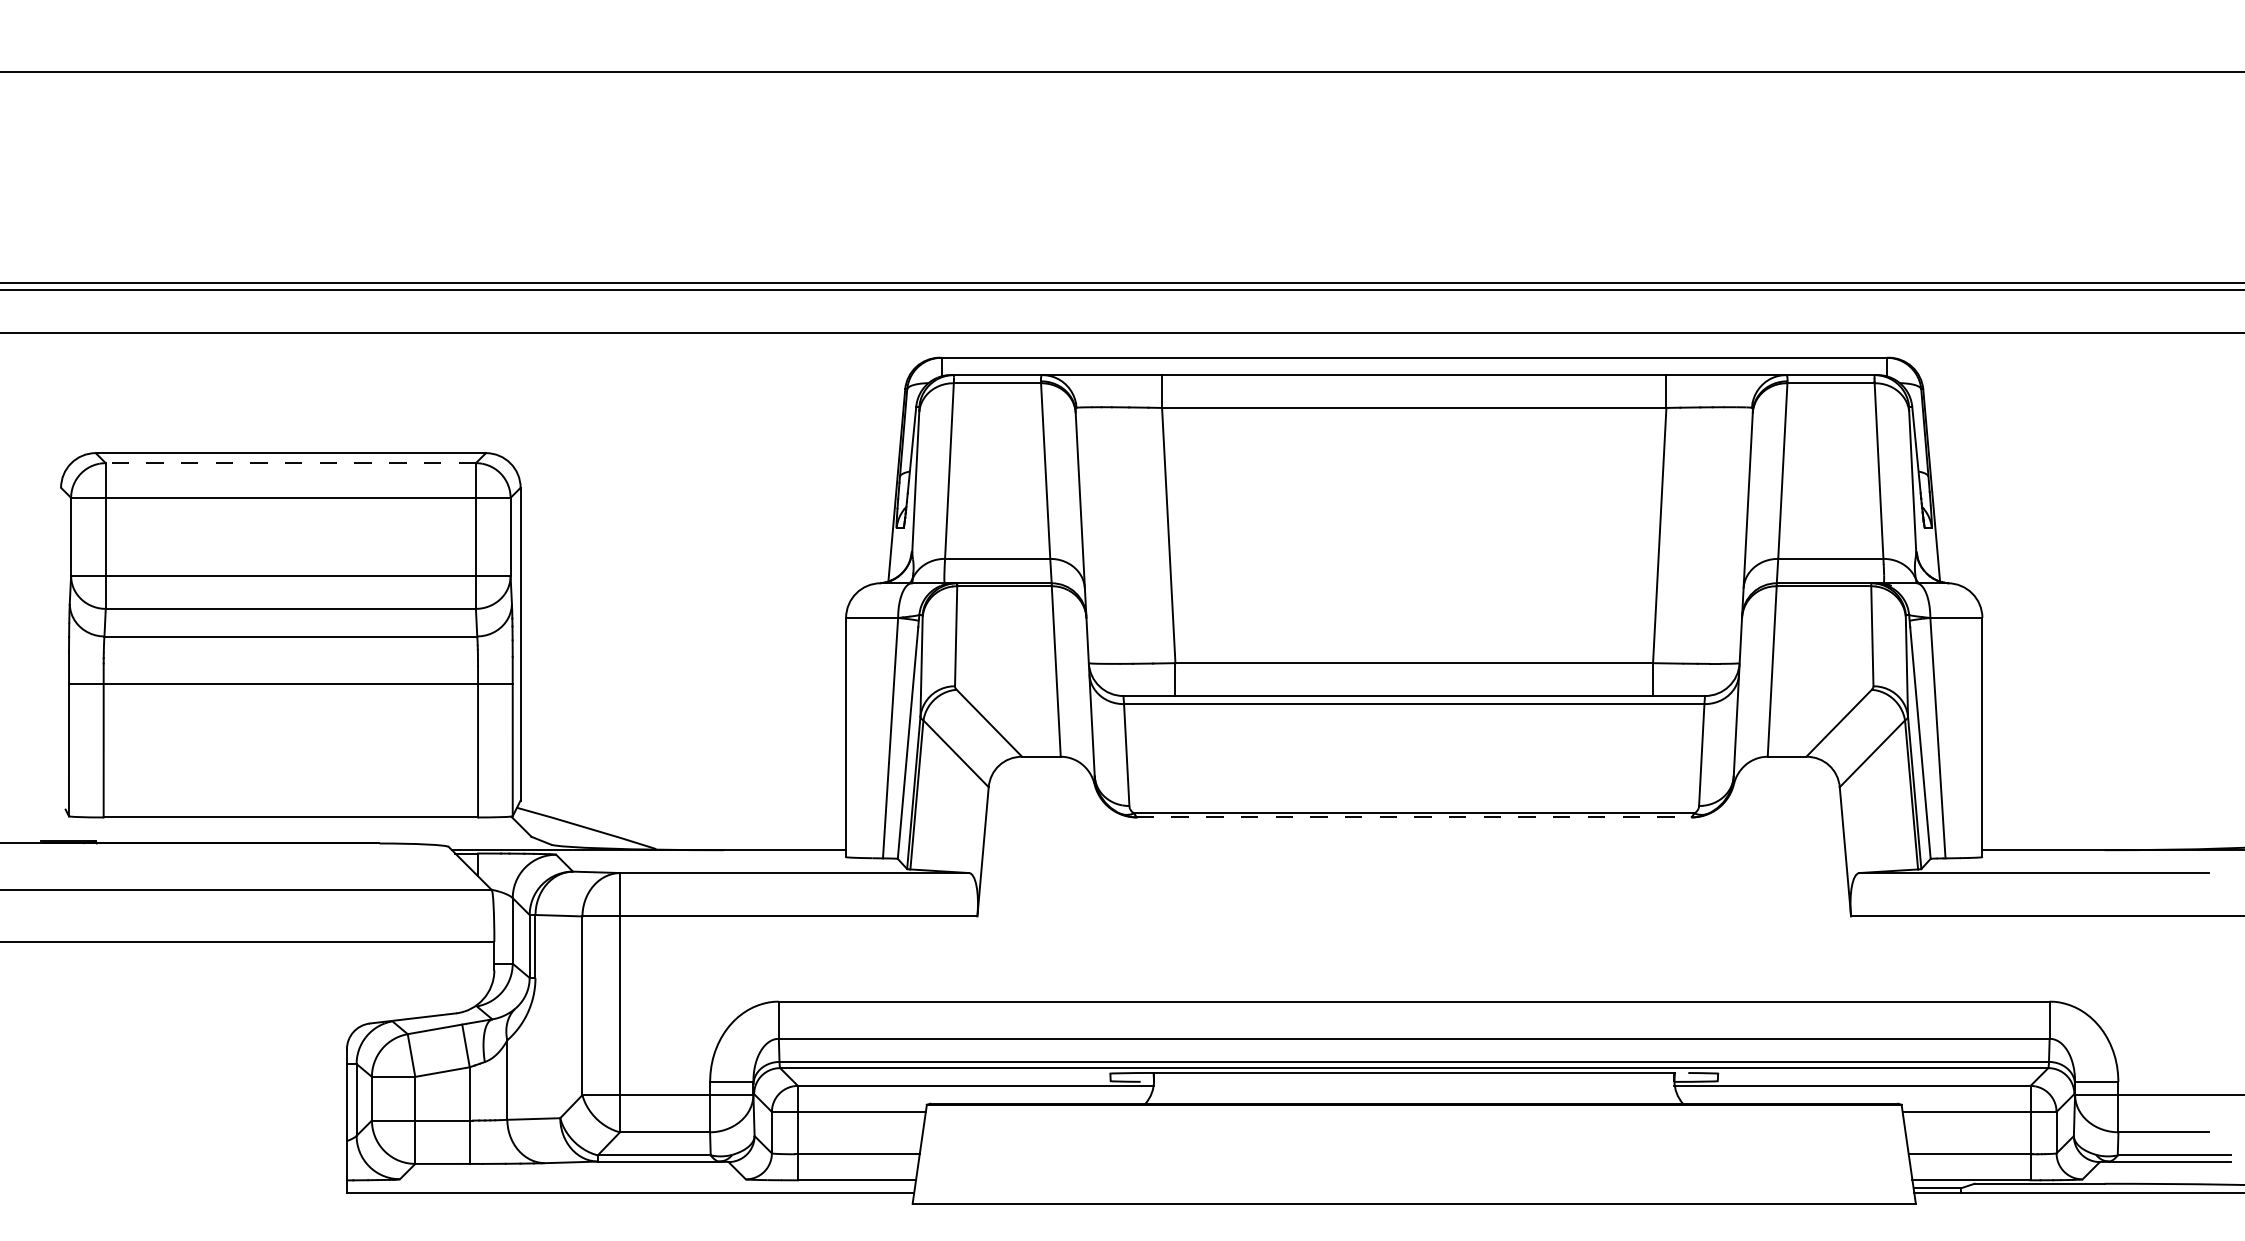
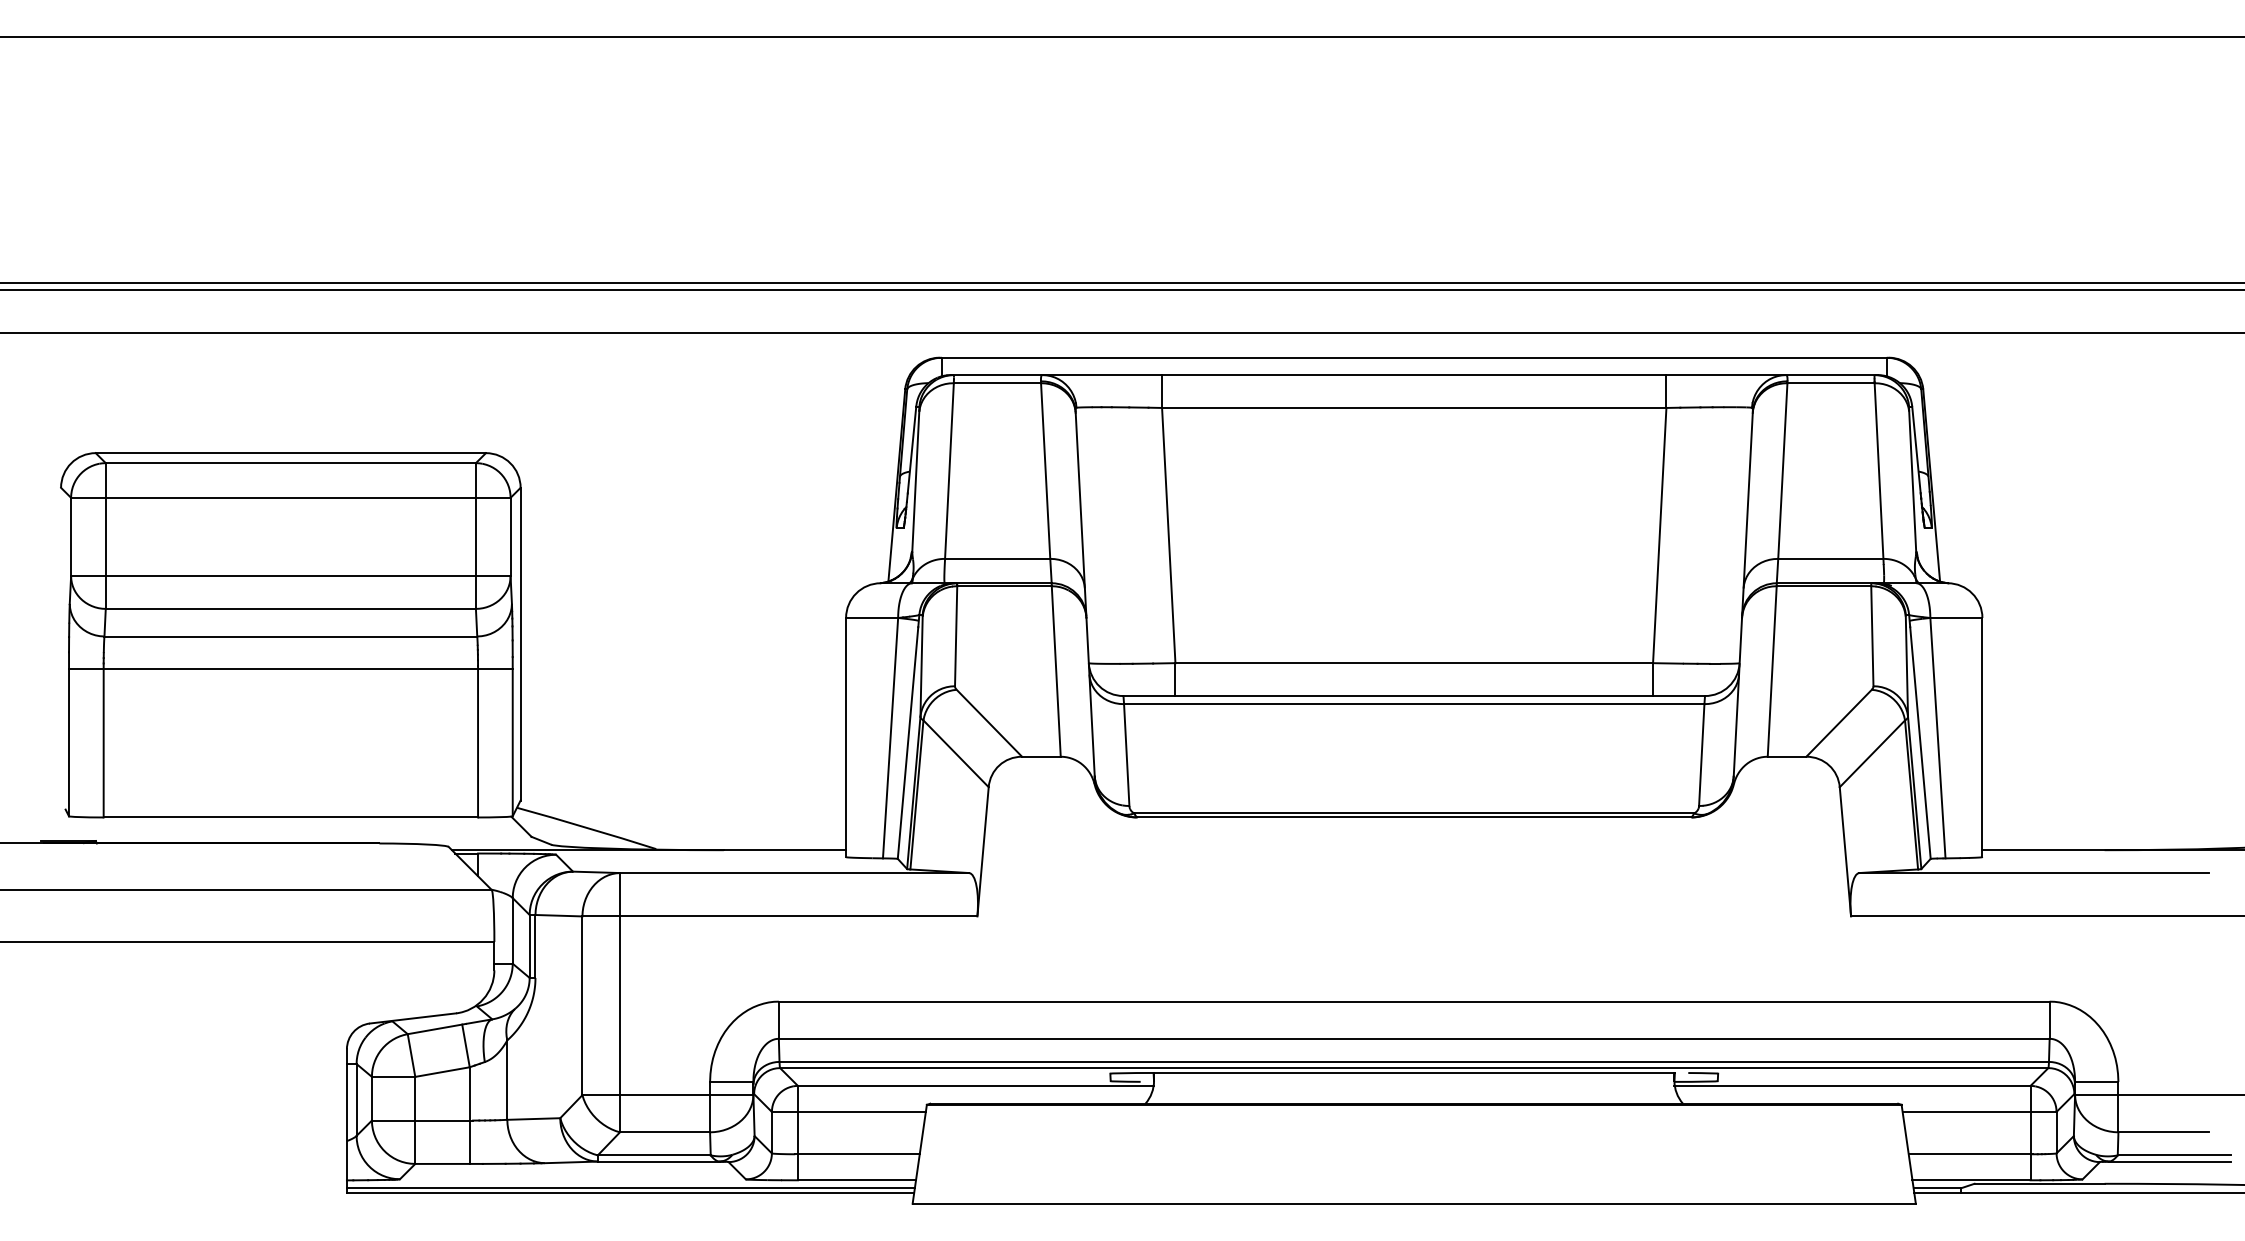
line at (1121, 72) position: (1121, 72) -> (1121, 37)
line at (290, 463): dashed -> solid
line at (290, 684) position: (290, 684) -> (290, 669)
line at (1414, 817): dashed -> solid
line at (630, 1188): none -> present
